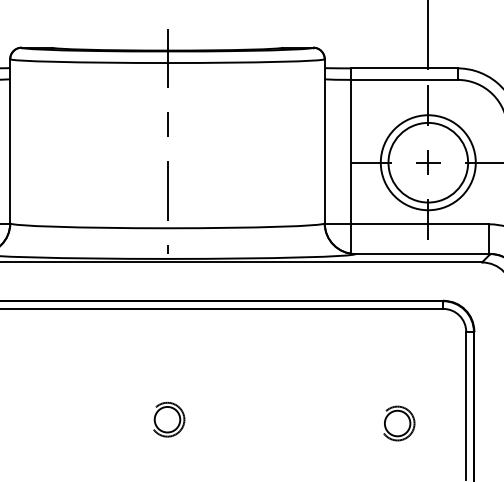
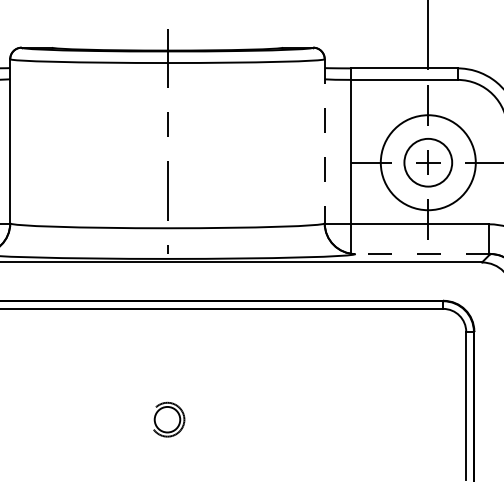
line at (324, 141): solid -> dashed
circle at (428, 162) diameter: 80 px -> 48 px
line at (422, 254): solid -> dashed
part at (399, 423): present -> none
